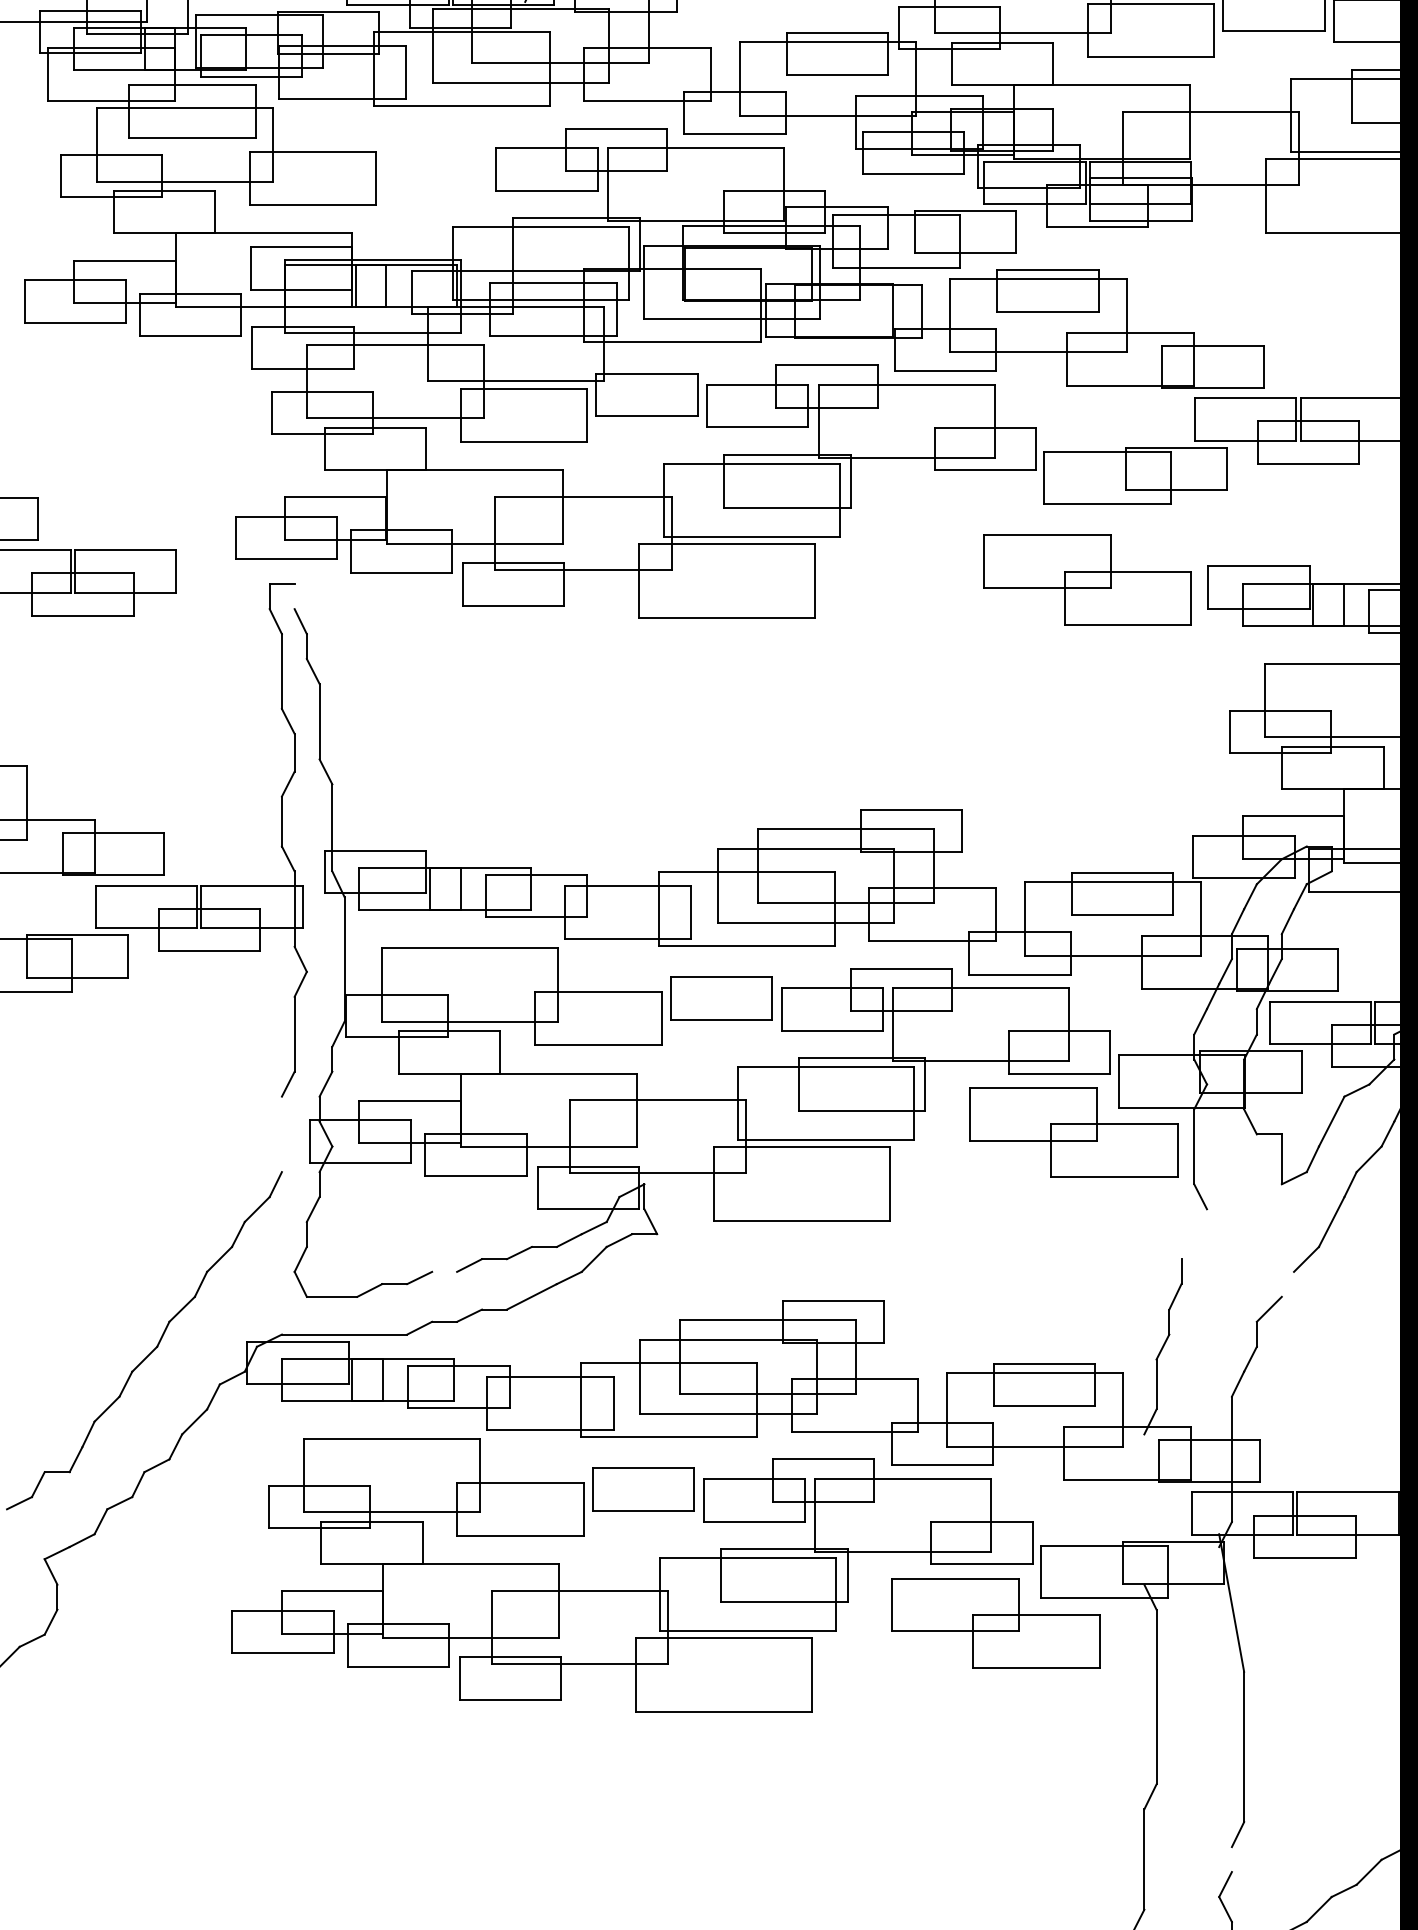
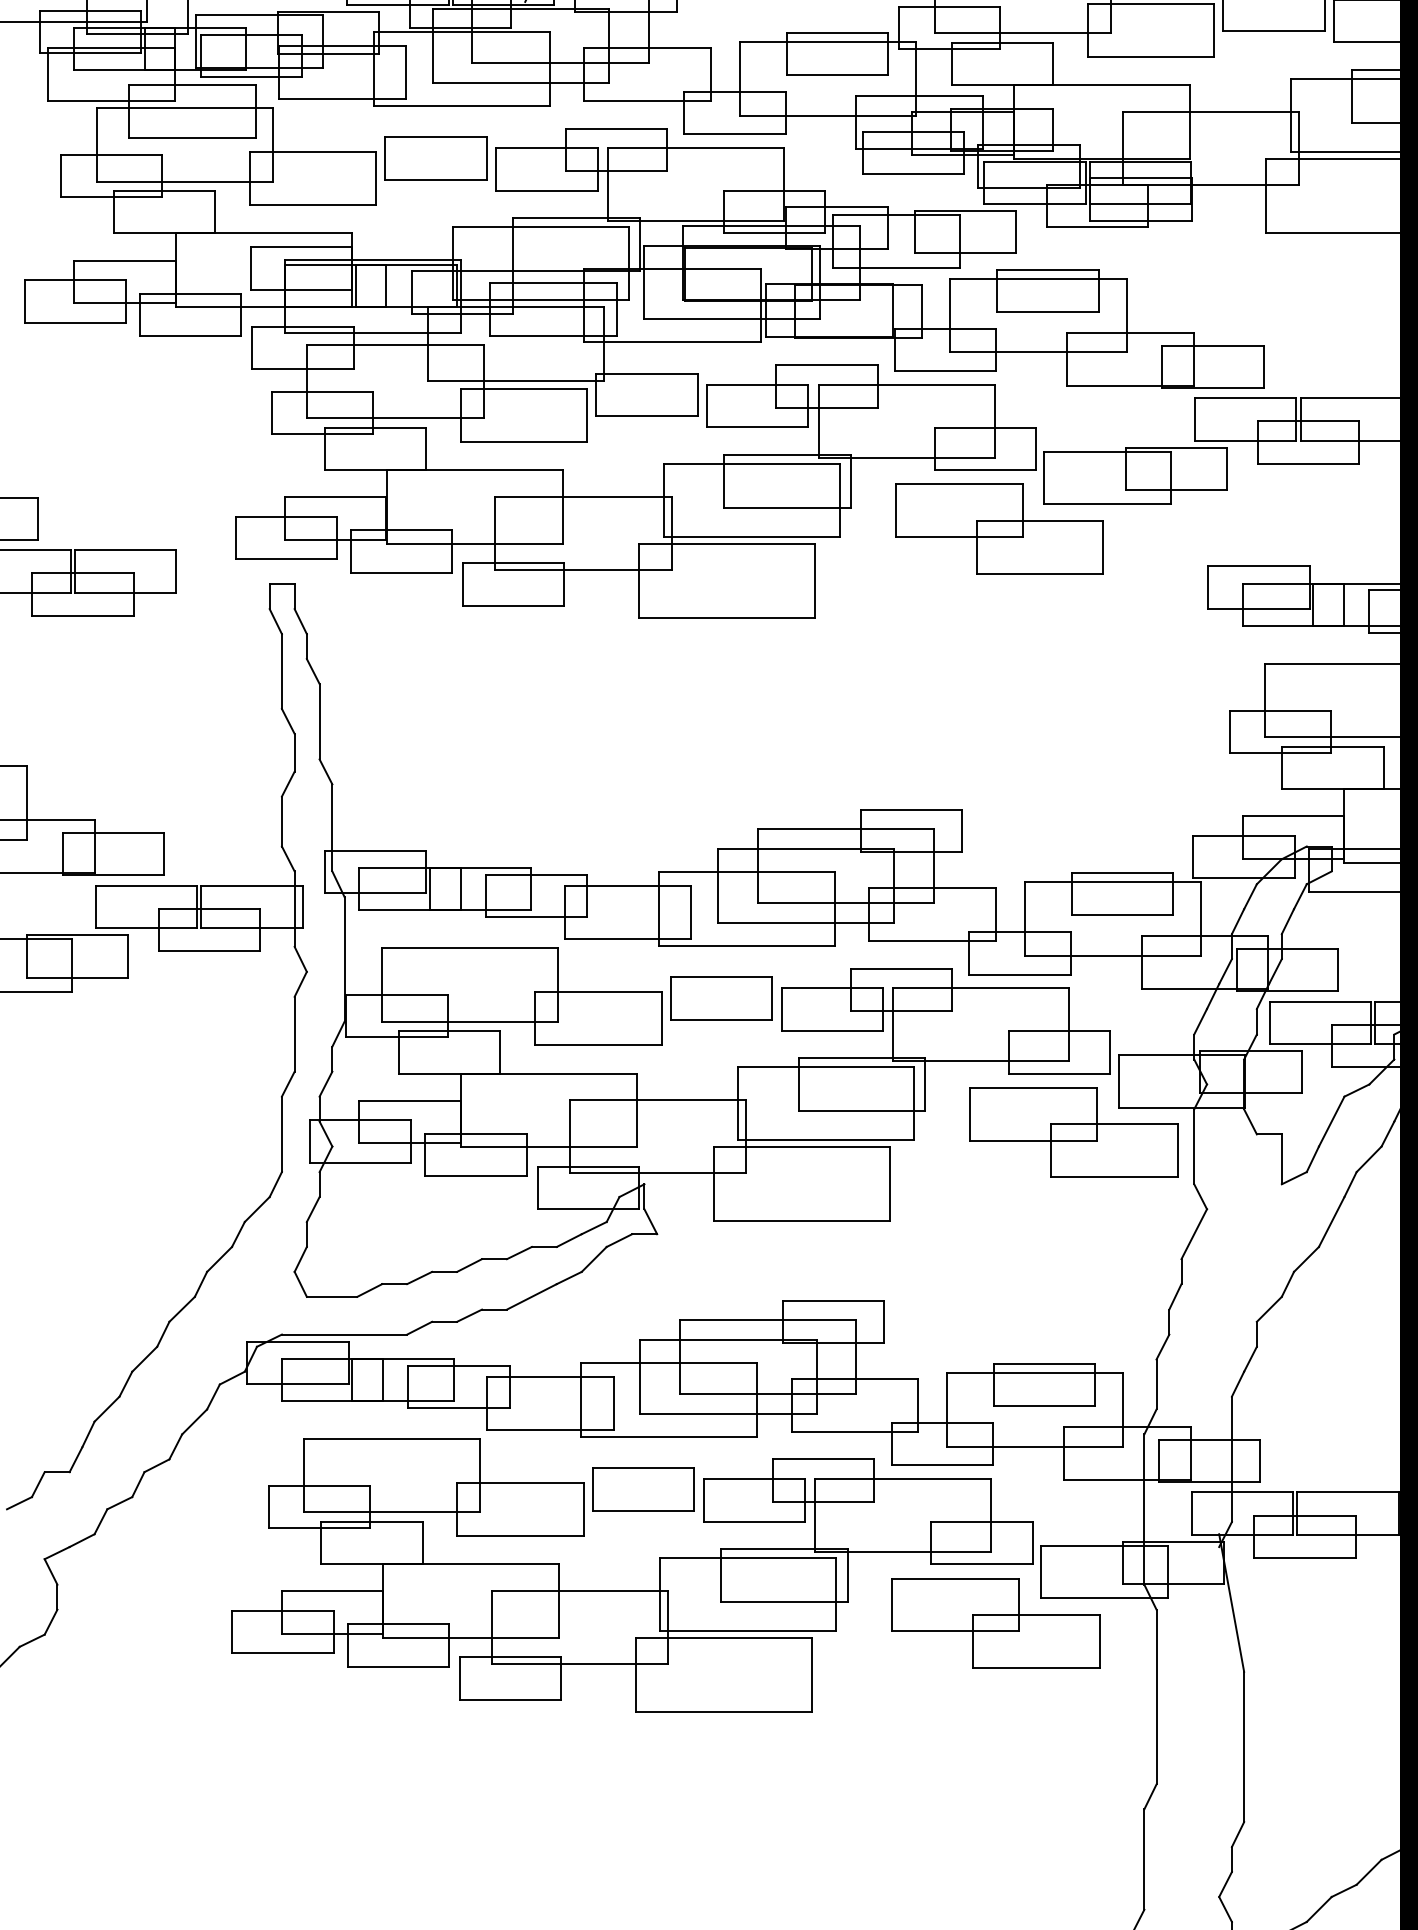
part at (435, 158): none -> present
part at (1087, 579) position: (1087, 579) -> (999, 528)
line at (294, 596): none -> present
line at (281, 1134): none -> present
line at (1194, 1234): none -> present
line at (444, 1271): none -> present
line at (1287, 1283): none -> present
line at (1144, 1509): none -> present
line at (1231, 1859): none -> present
